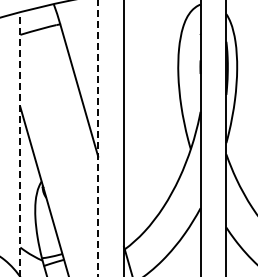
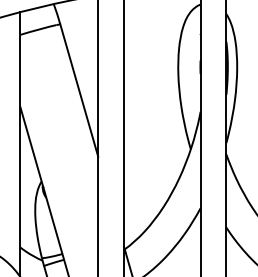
line at (98, 138): dashed -> solid
line at (20, 144): dashed -> solid
